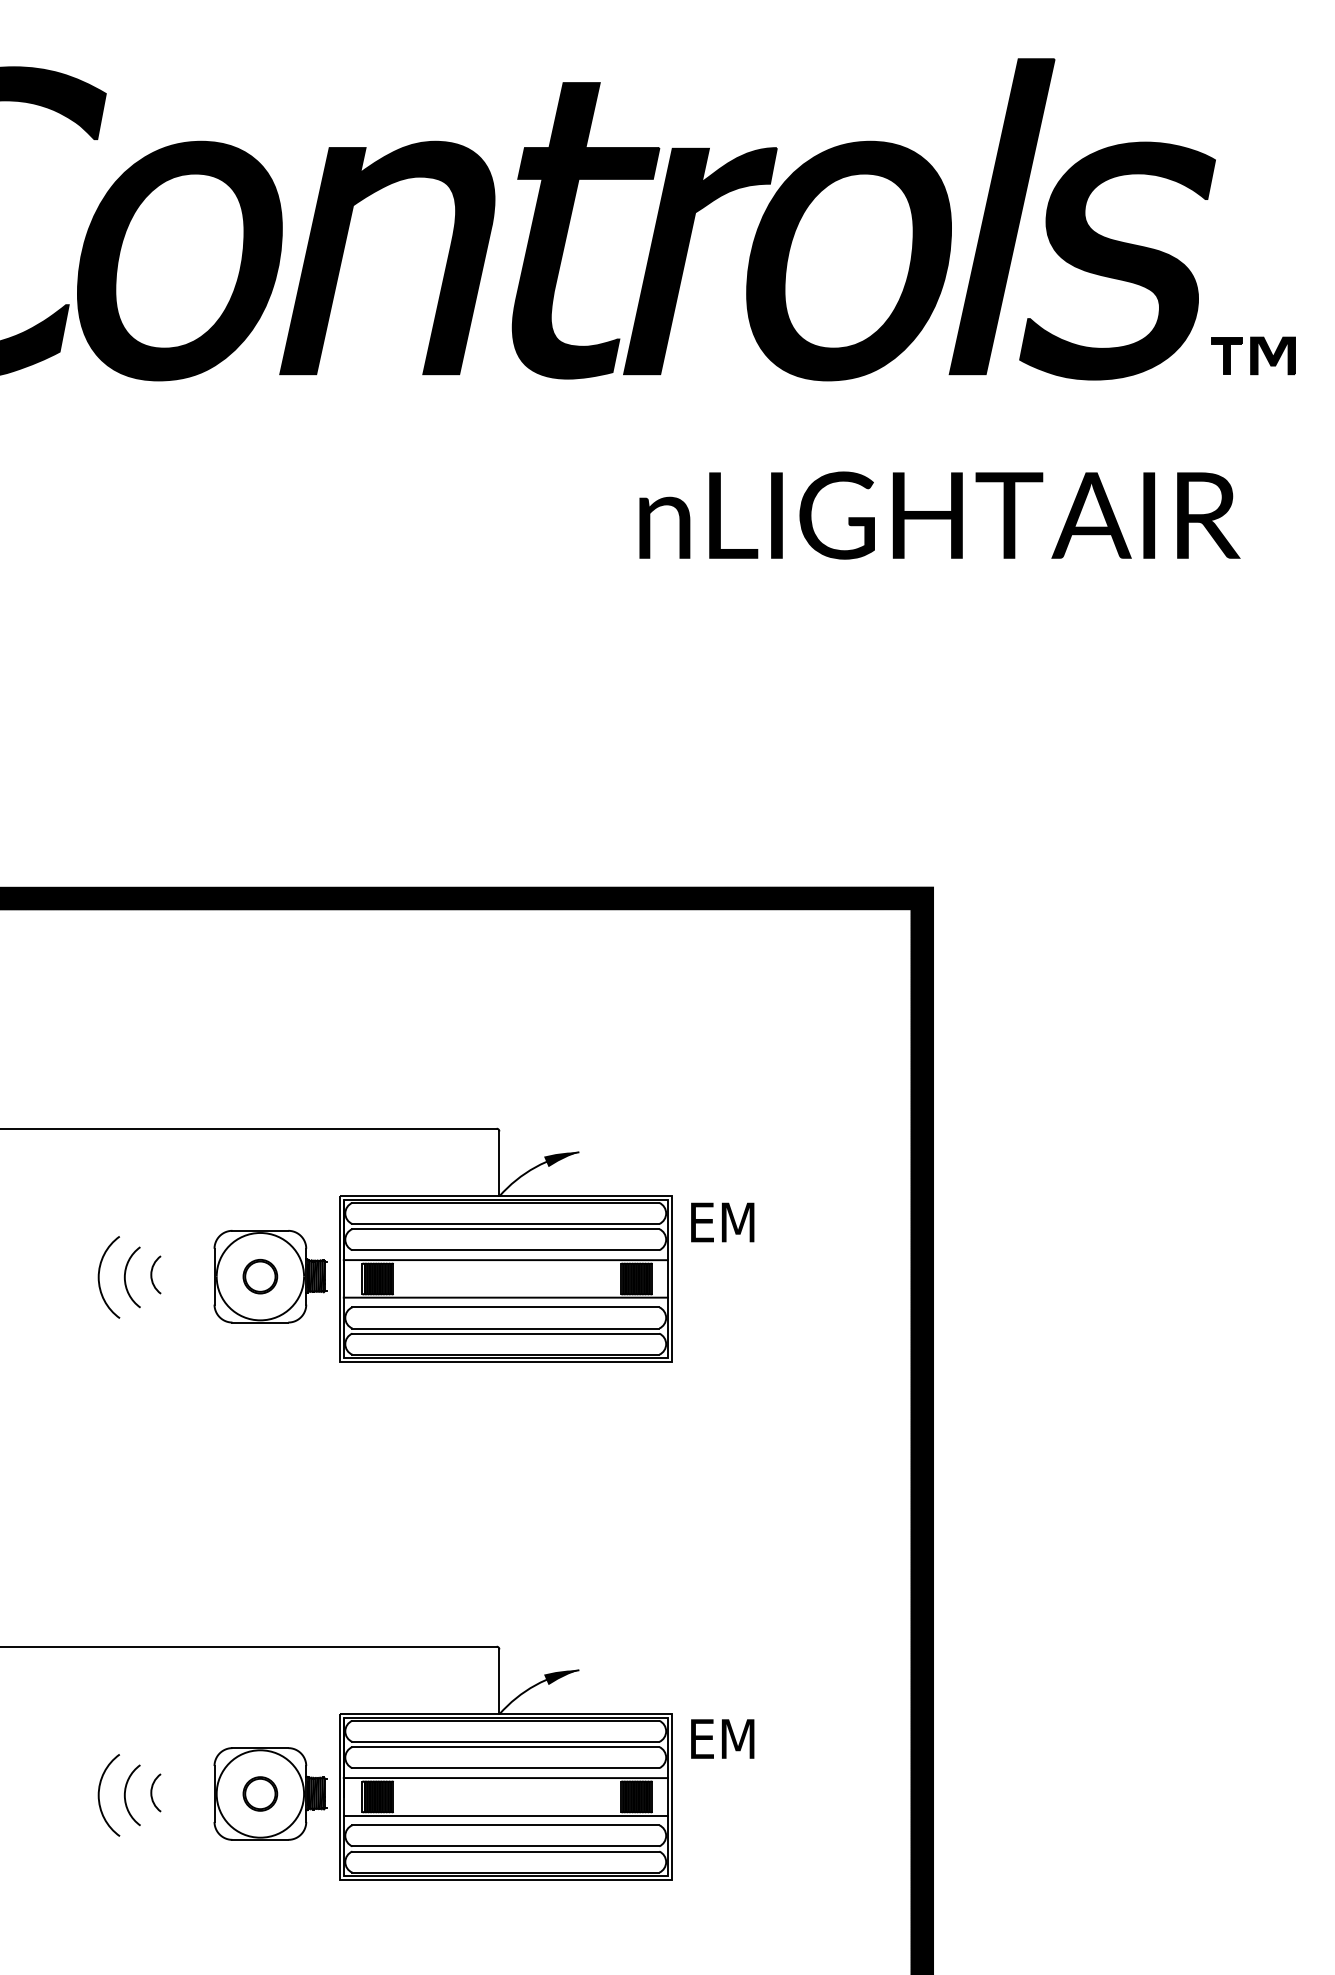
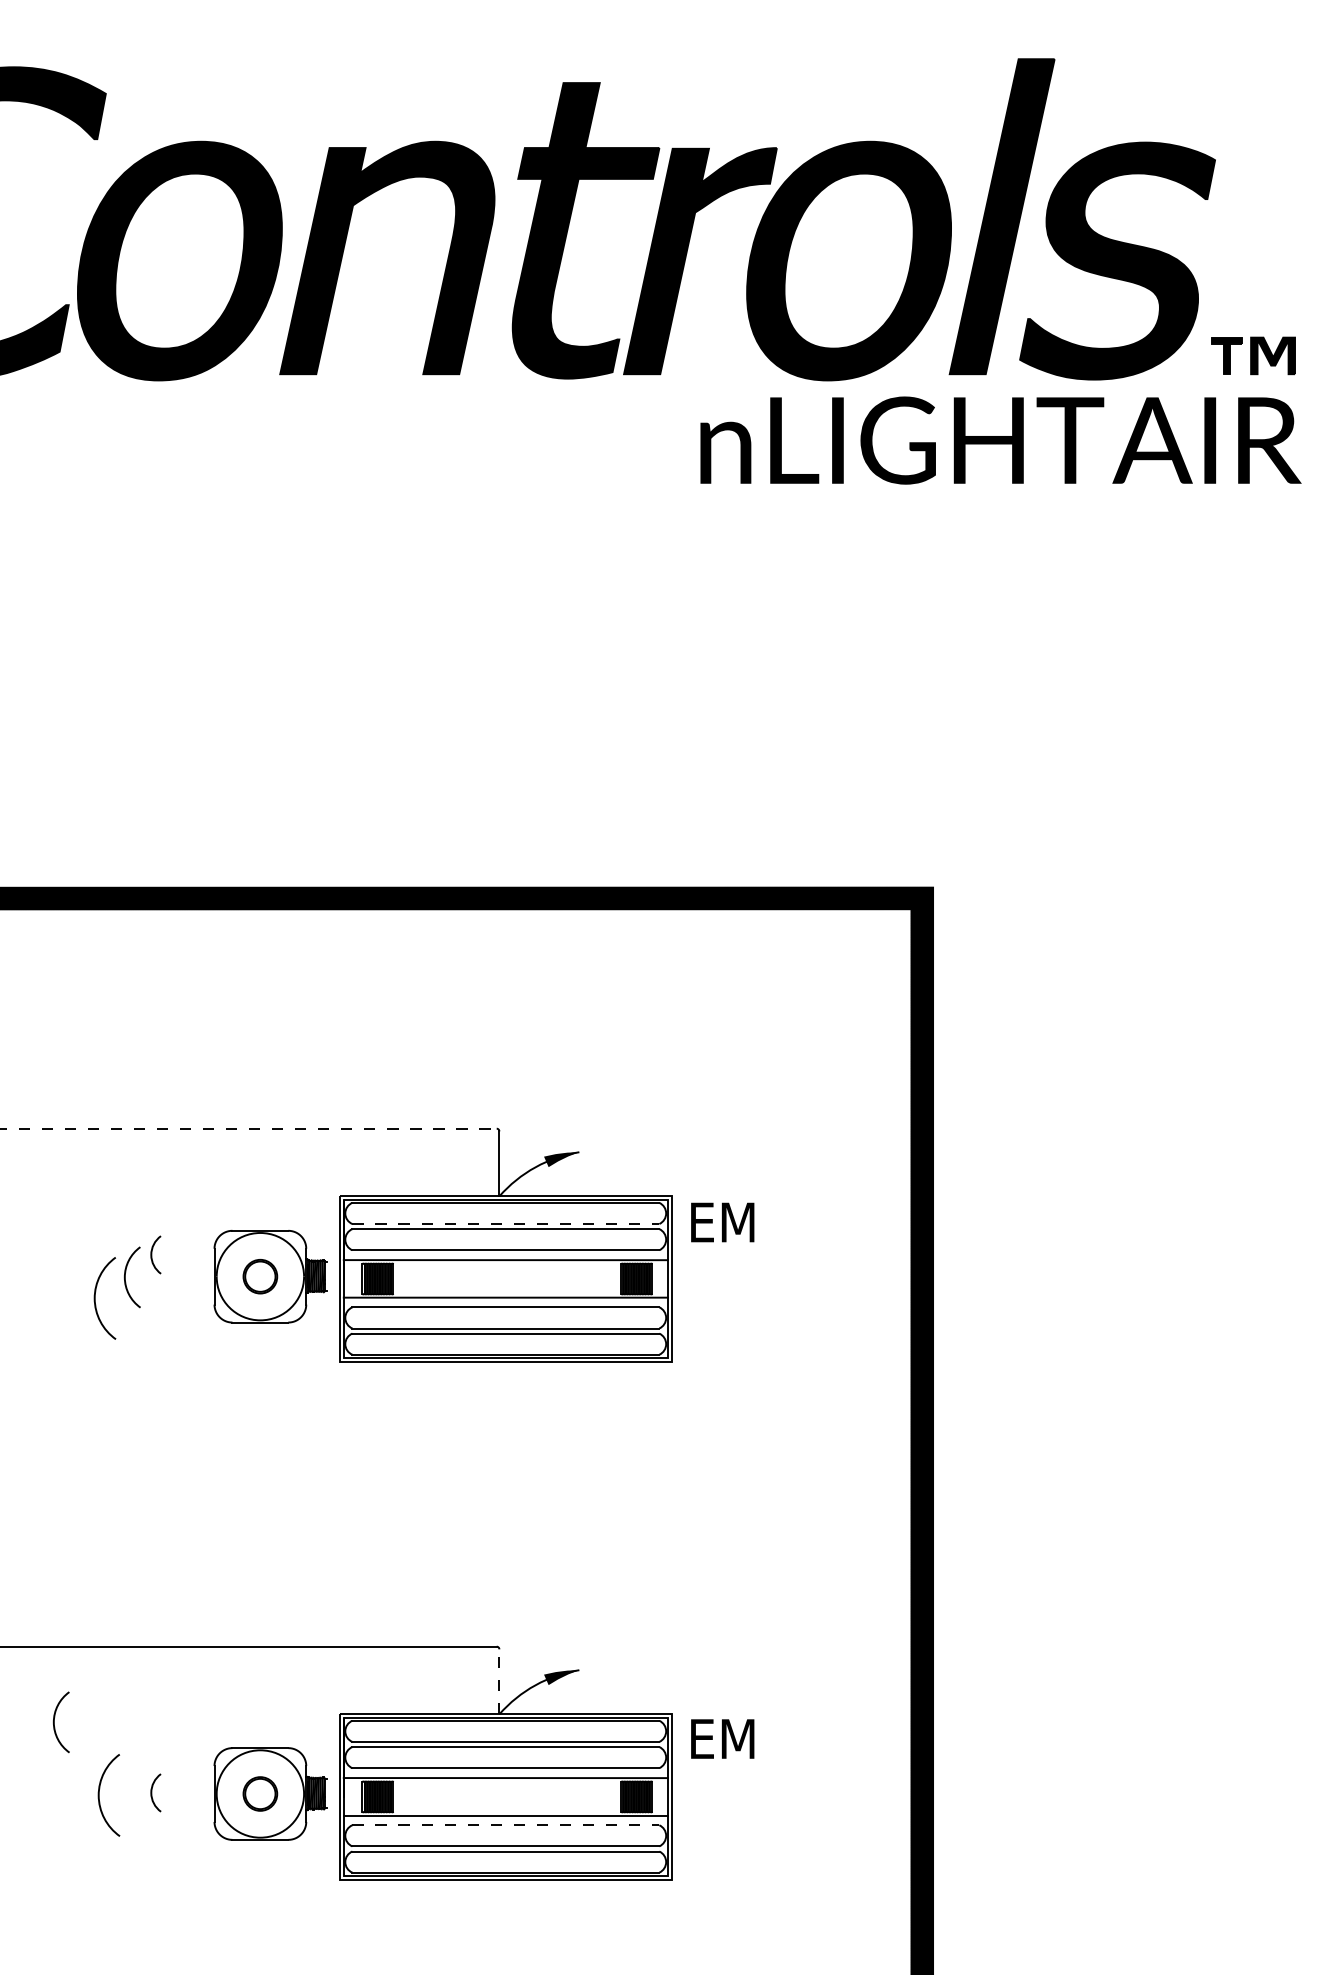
text at (939, 515) position: (939, 515) -> (1000, 440)
line at (248, 1128): solid -> dashed
line at (506, 1224): solid -> dashed
arc at (152, 1274) position: (152, 1274) -> (152, 1254)
arc at (99, 1277) position: (99, 1277) -> (95, 1298)
line at (499, 1681): solid -> dashed
arc at (125, 1795) position: (125, 1795) -> (54, 1722)
line at (506, 1825): solid -> dashed
